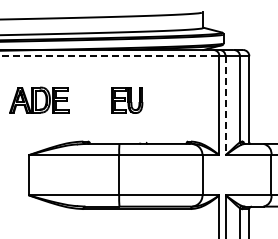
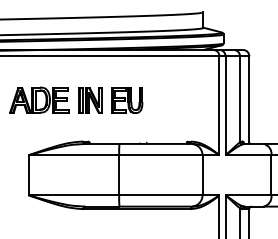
line at (110, 56): dashed -> solid
part at (90, 100): none -> present
line at (225, 106): dashed -> solid
